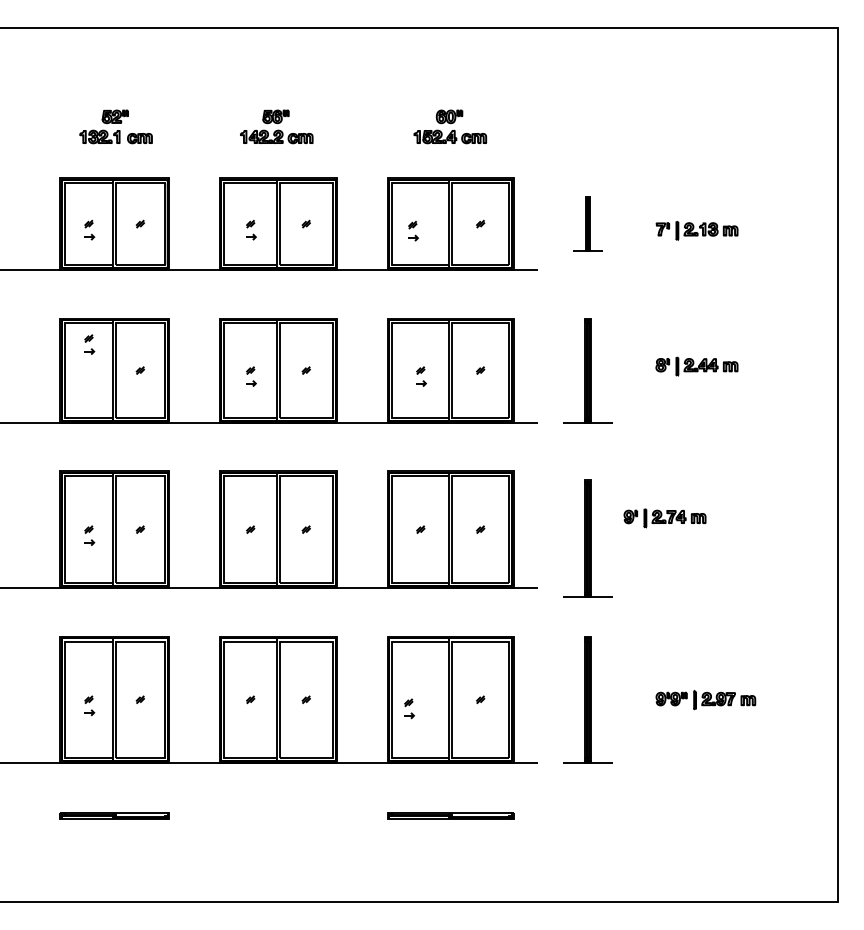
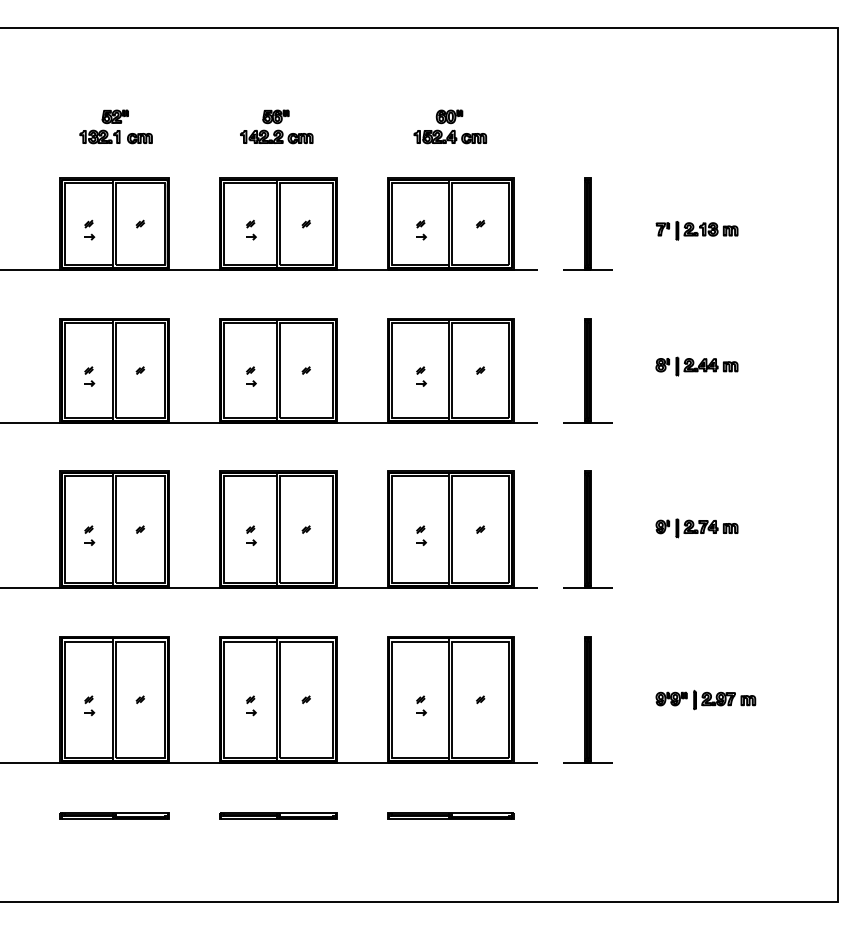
part at (587, 223) size: 30x56 px -> 50x94 px
part at (413, 231) position: (413, 231) -> (421, 230)
part at (89, 344) position: (89, 344) -> (89, 376)
part at (664, 518) position: (664, 518) -> (696, 528)
part at (587, 538) position: (587, 538) -> (587, 529)
part at (251, 542): none -> present
part at (421, 542): none -> present
part at (409, 708) position: (409, 708) -> (421, 705)
part at (251, 712): none -> present
part at (278, 815): none -> present
